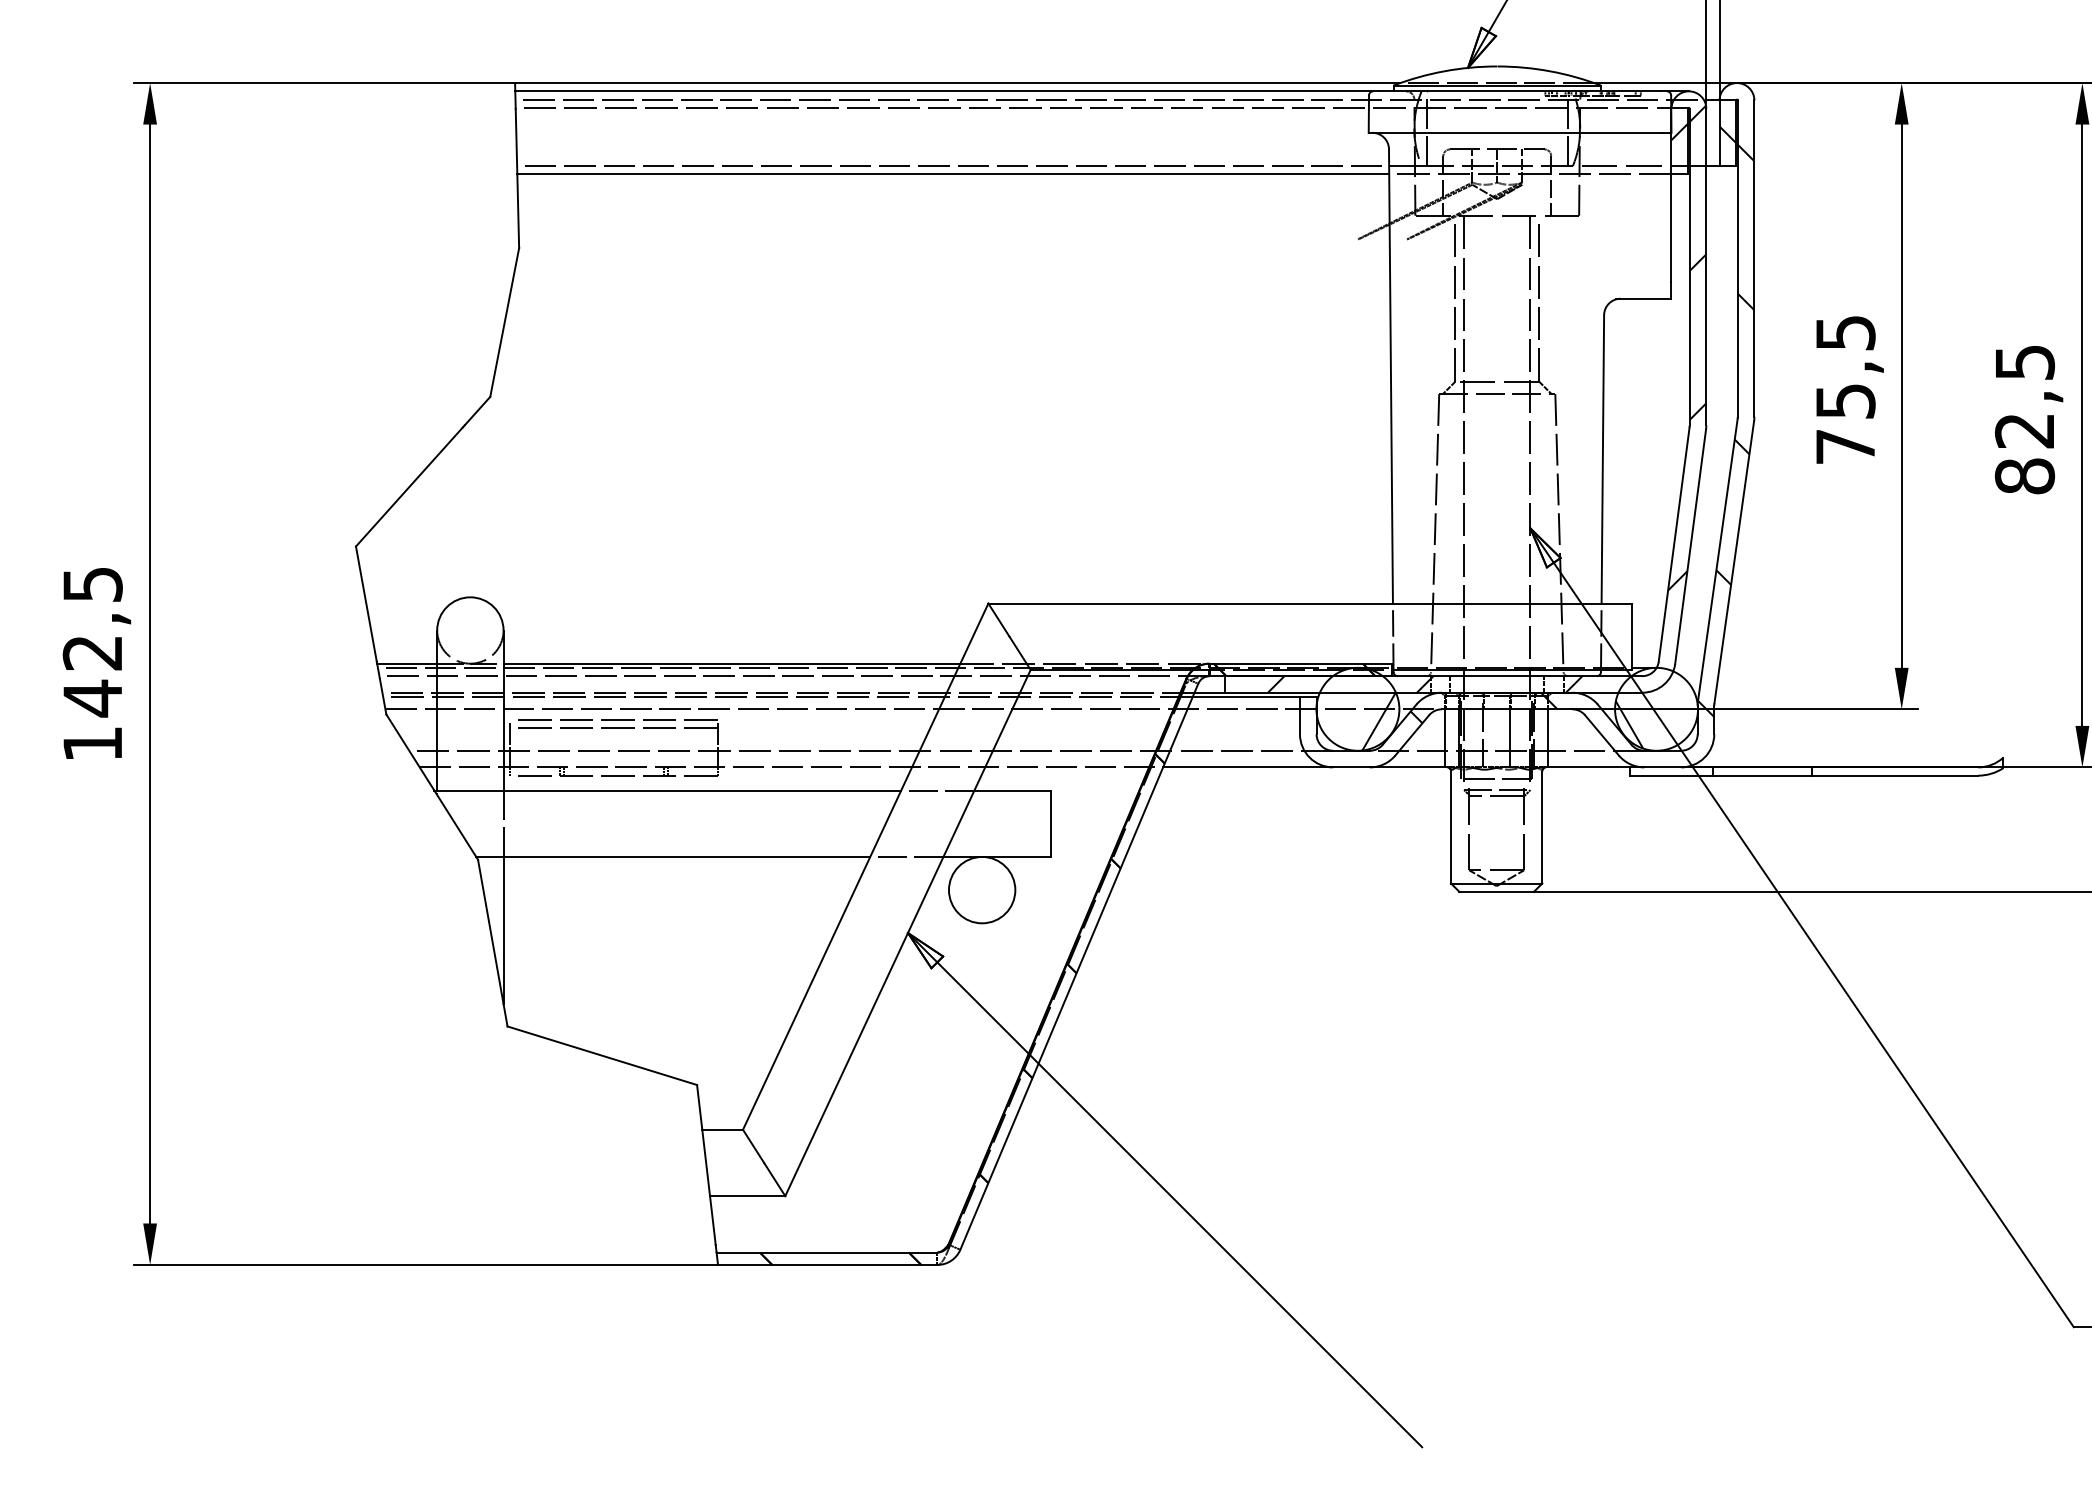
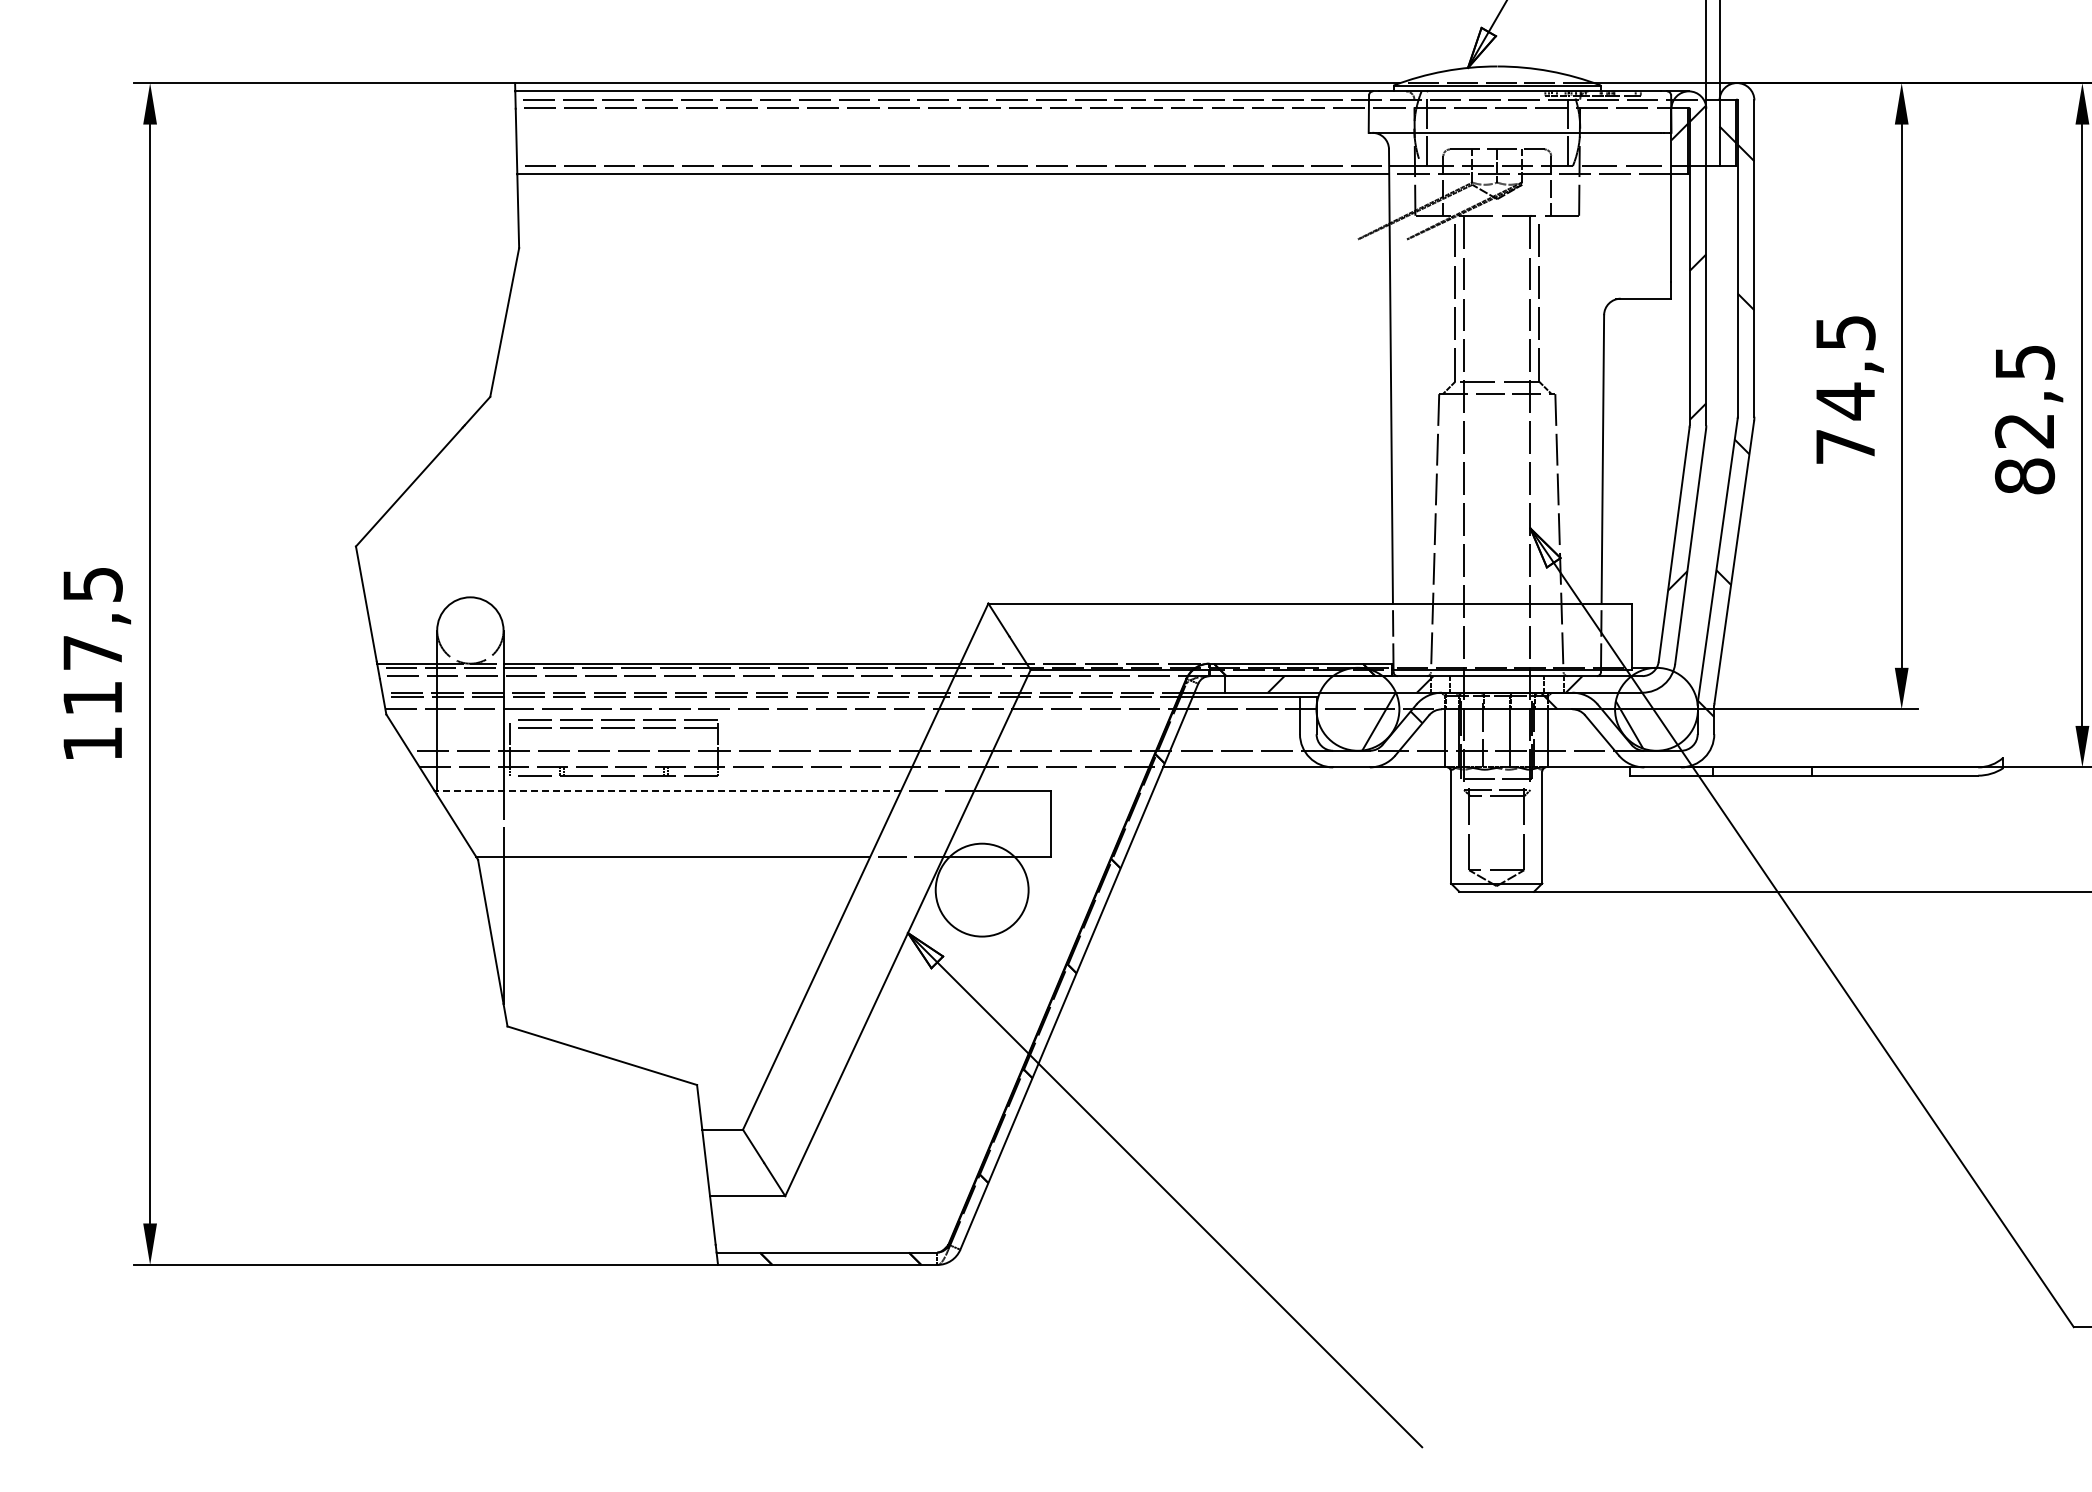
text at (1845, 401): 75,5 -> 74,5
text at (91, 676): 142,5 -> 117,5
line at (667, 790): solid -> dashed
circle at (981, 889) diameter: 66 px -> 93 px
